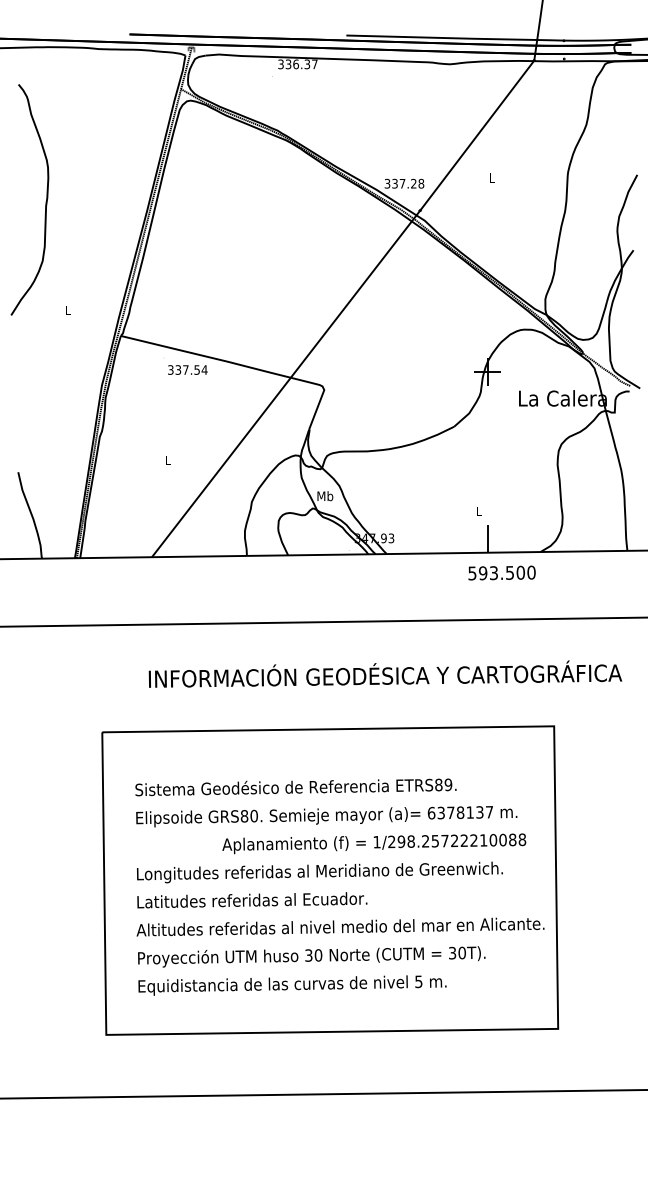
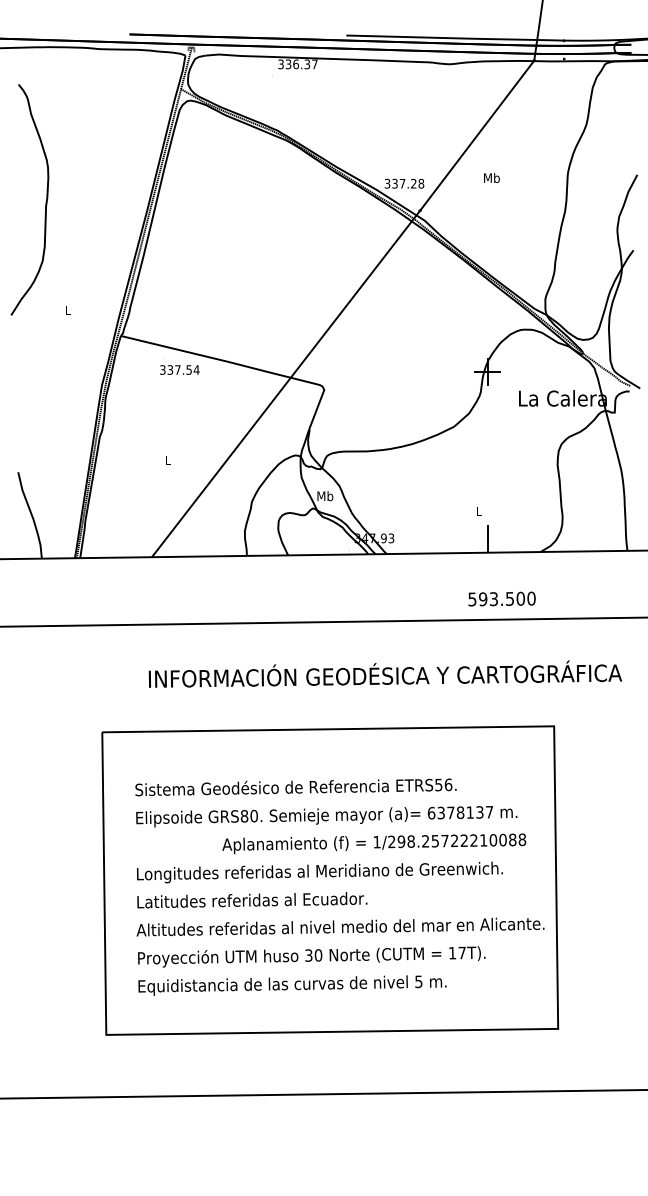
text at (491, 178): L -> Mb
text at (187, 369) position: (187, 369) -> (179, 369)
text at (501, 572) position: (501, 572) -> (501, 598)
text at (443, 784): ETRS89. -> ETRS56.
text at (457, 952): 30T). -> 17T).
